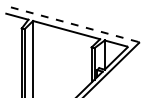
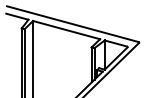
line at (72, 24): dashed -> solid
